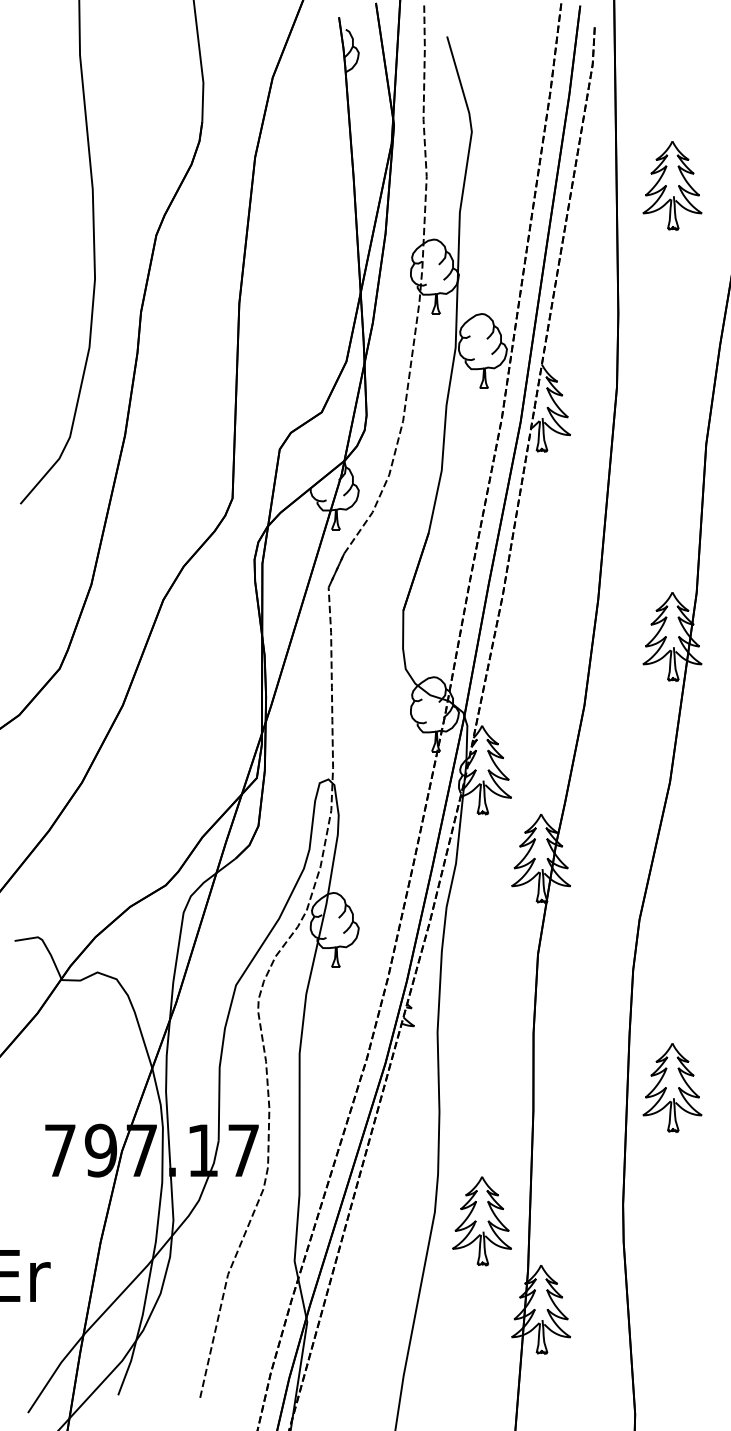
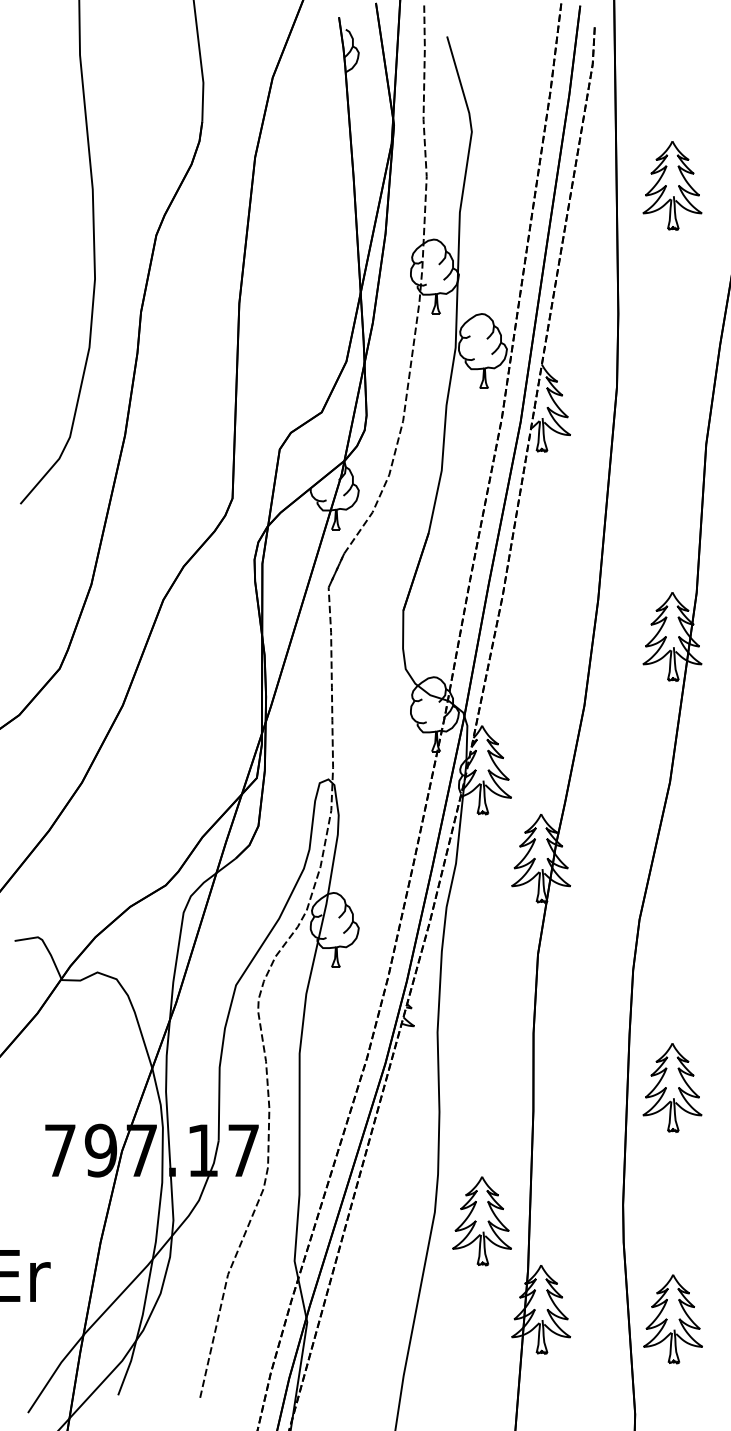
part at (672, 1319): none -> present
